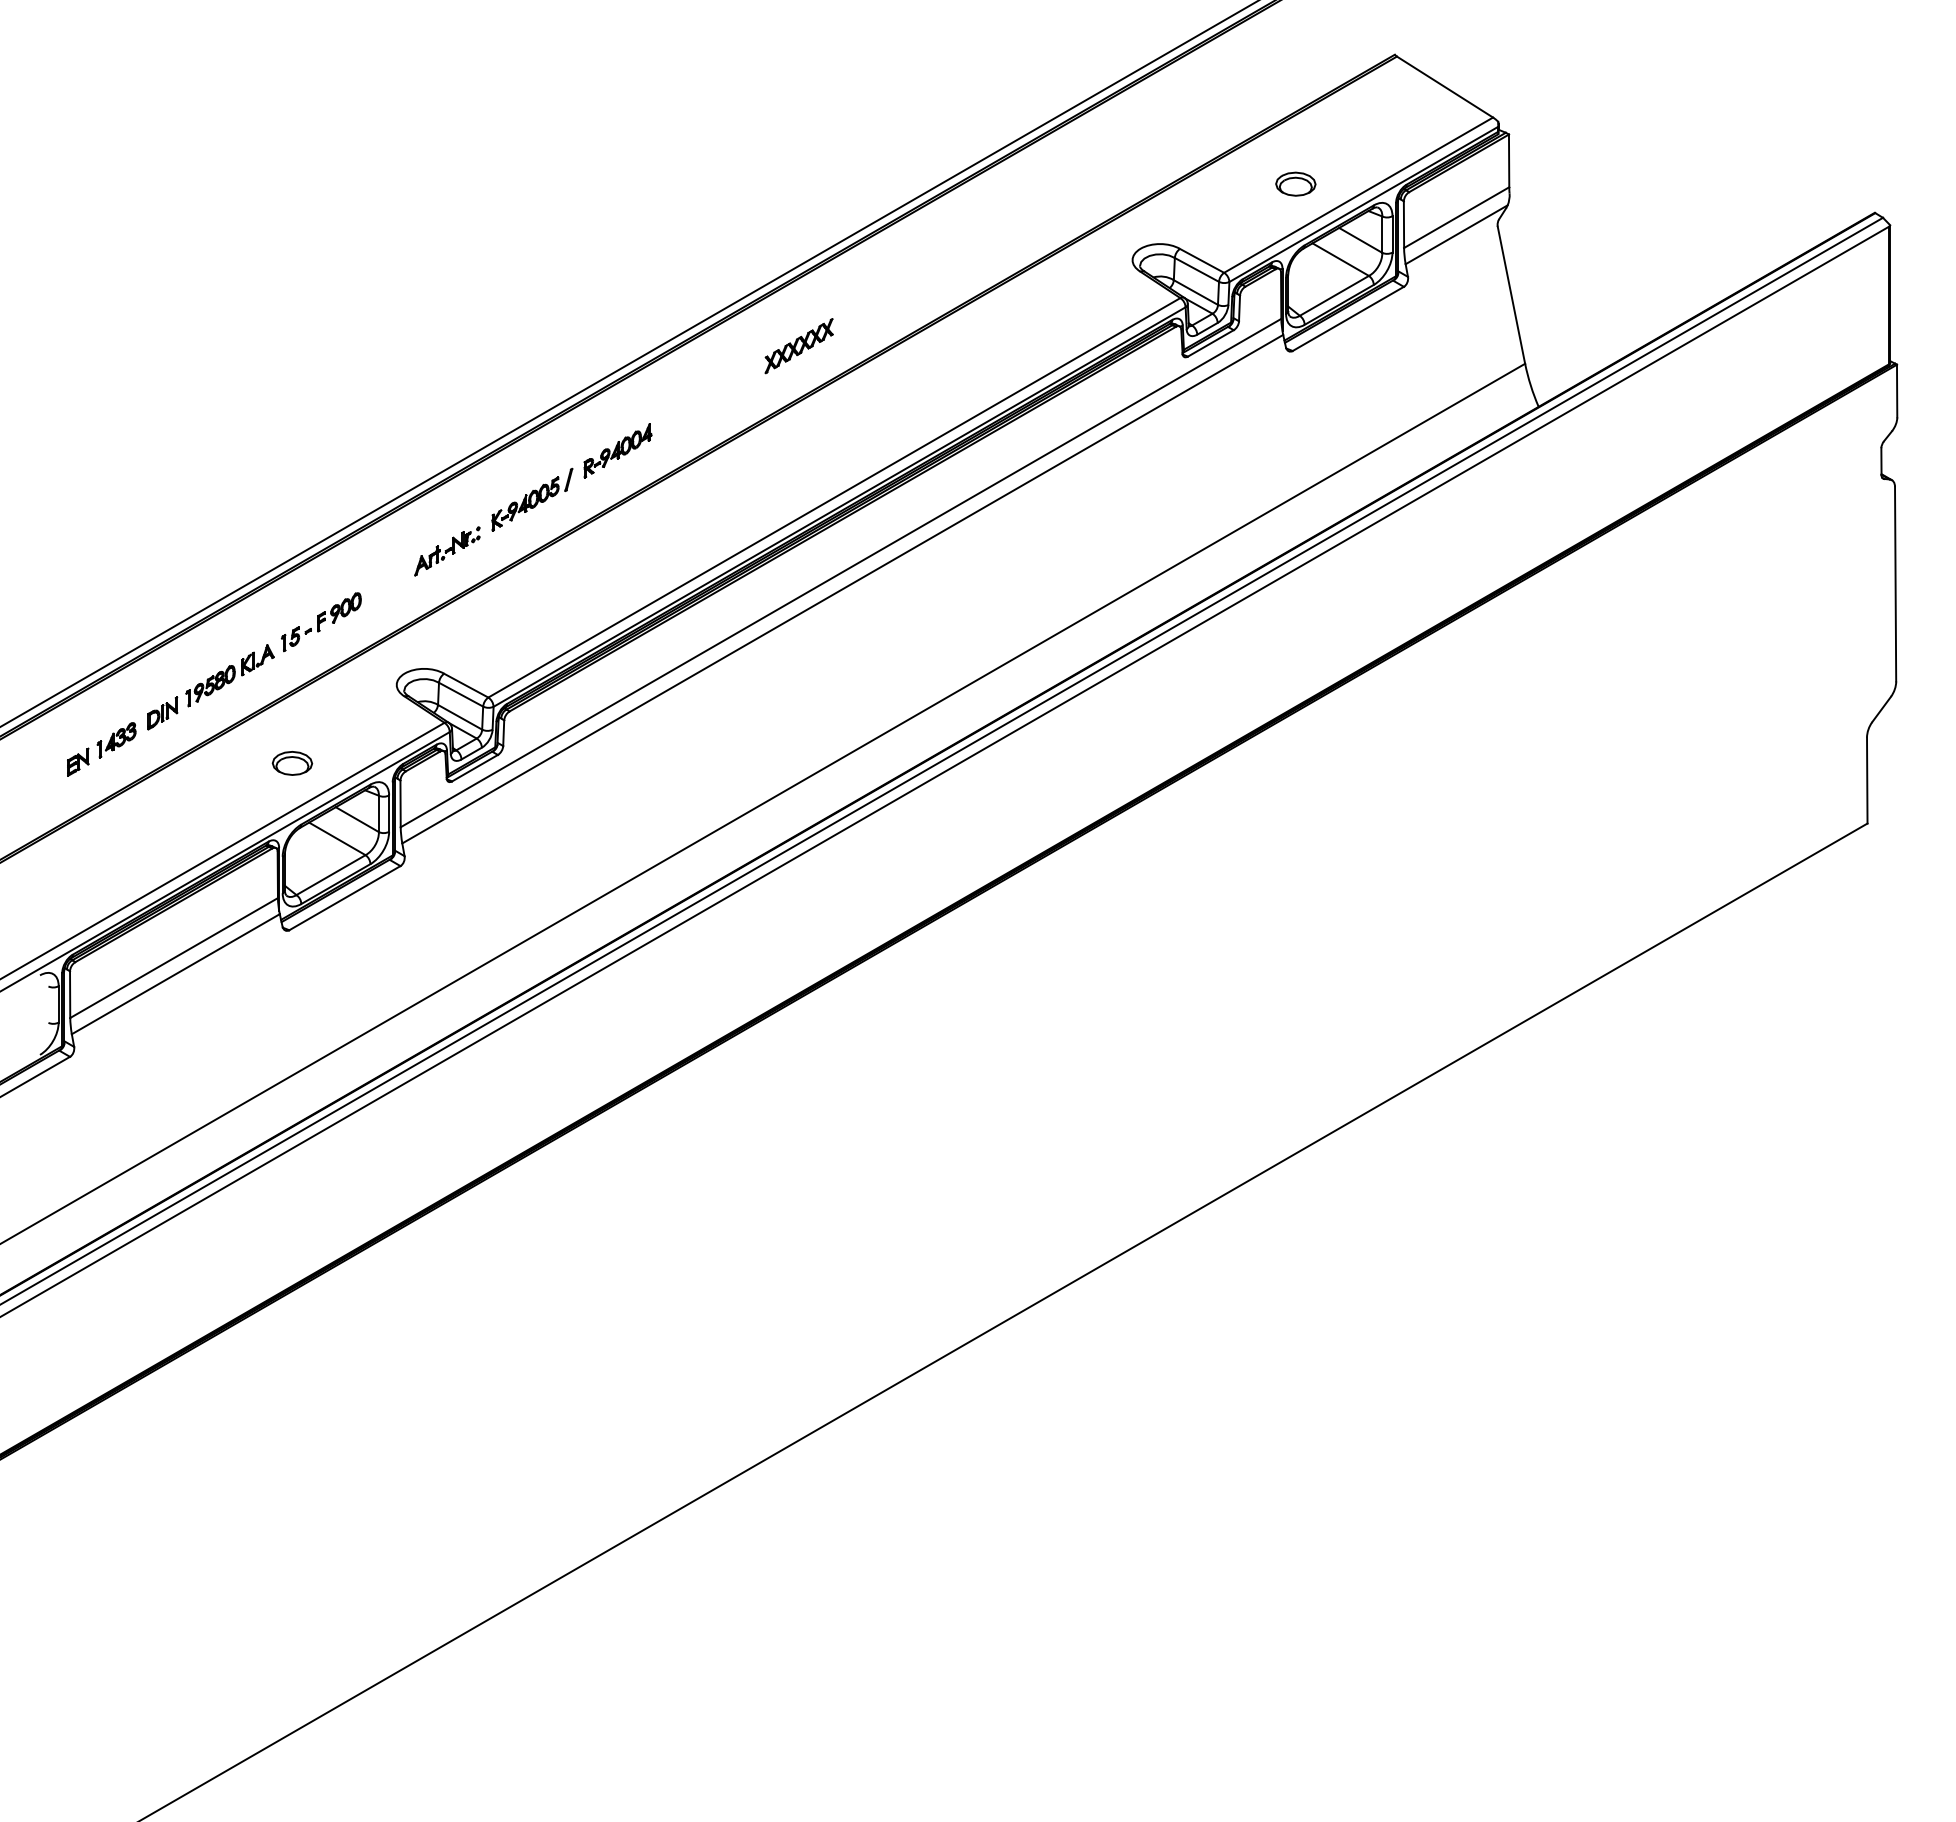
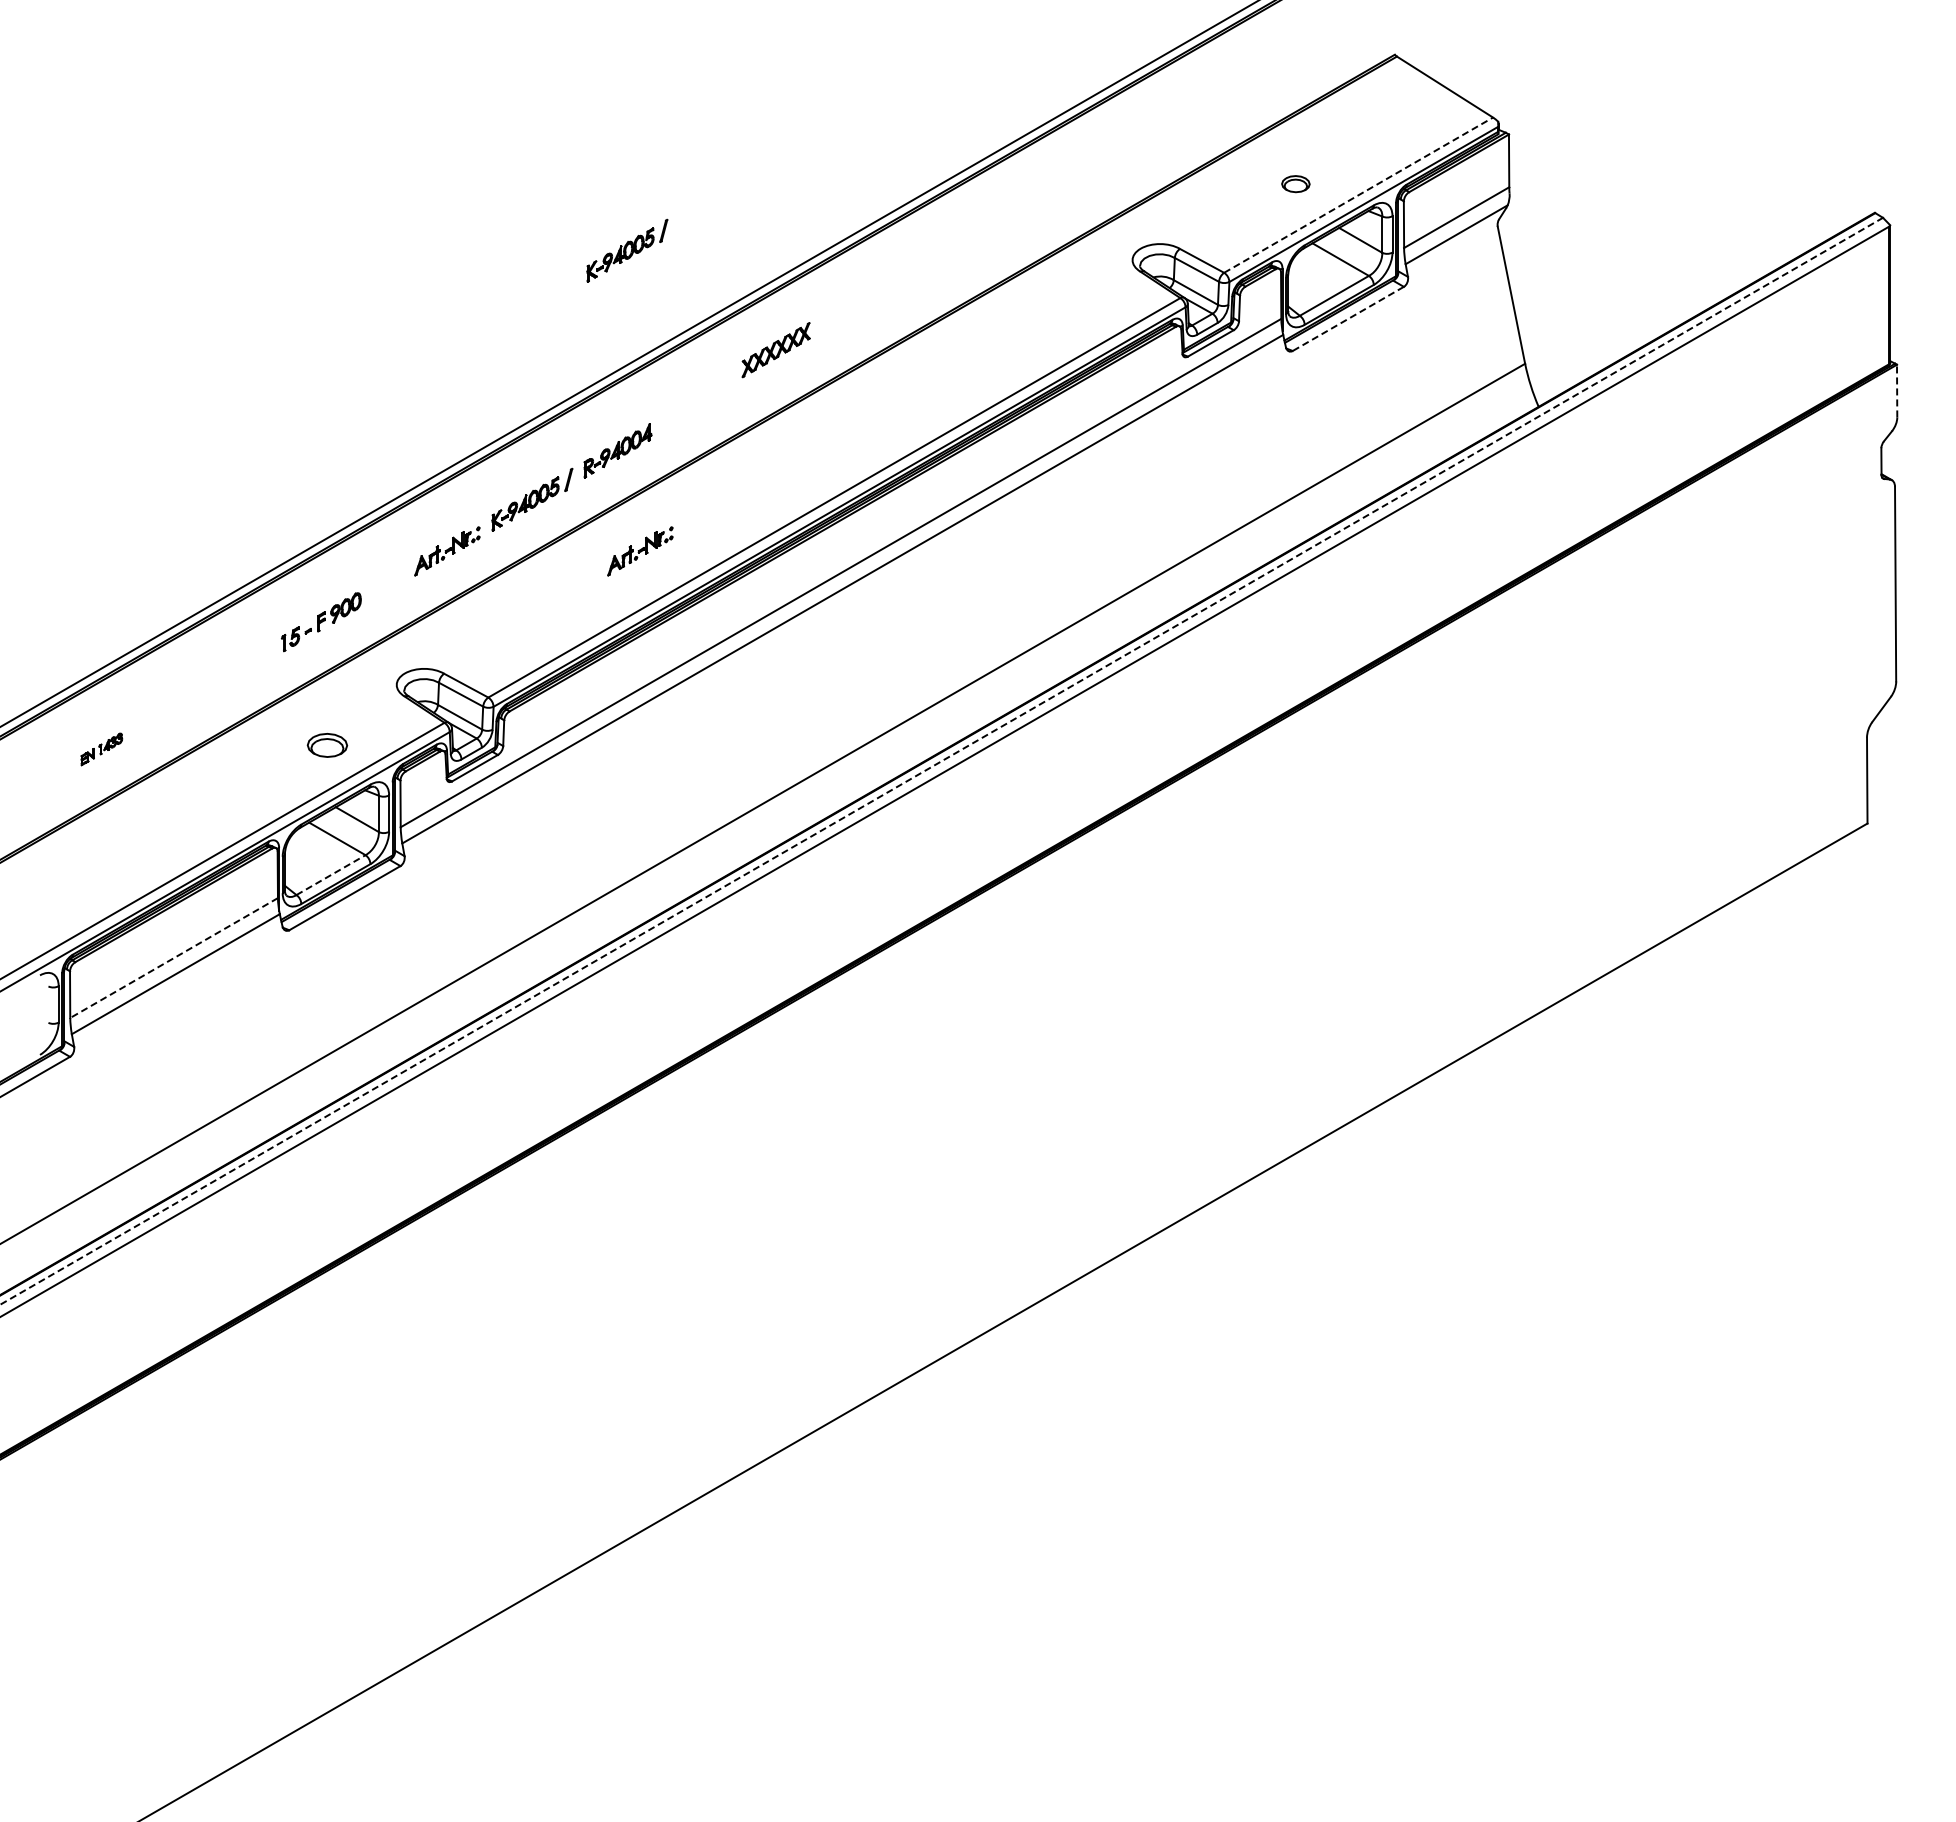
part at (1295, 183) size: 42x26 px -> 30x19 px
line at (1359, 194): solid -> dashed
part at (627, 250): none -> present
line at (1347, 319): solid -> dashed
part at (798, 346) position: (798, 346) -> (775, 350)
line at (1897, 390): solid -> dashed
part at (640, 551): none -> present
part at (210, 687): present -> none
part at (101, 749) size: 70x55 px -> 44x35 px
line at (941, 761): solid -> dashed
part at (292, 763) position: (292, 763) -> (327, 745)
line at (331, 875): solid -> dashed
line at (174, 958): solid -> dashed
